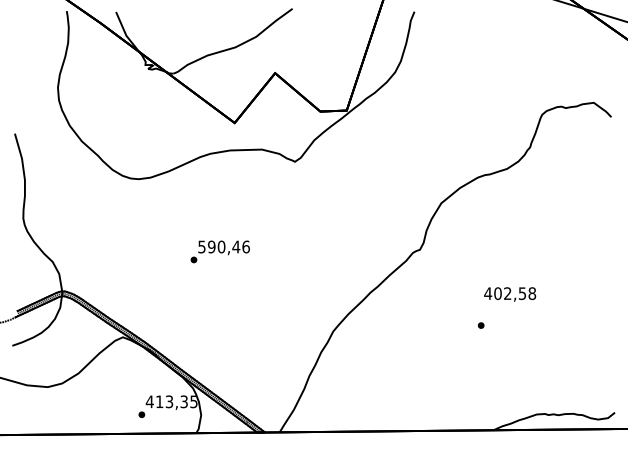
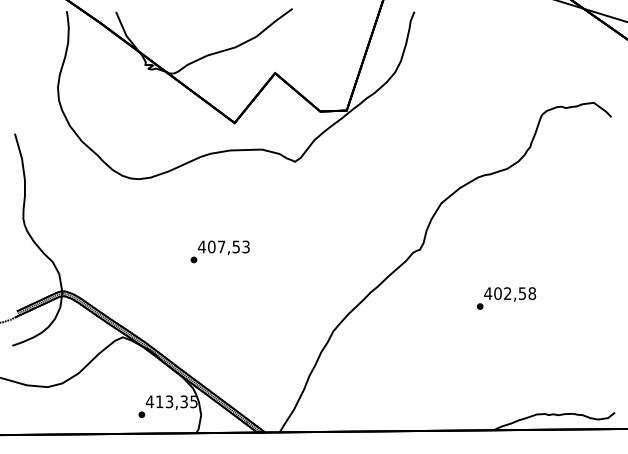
text at (223, 246): 590,46 -> 407,53
part at (480, 325) position: (480, 325) -> (479, 306)
